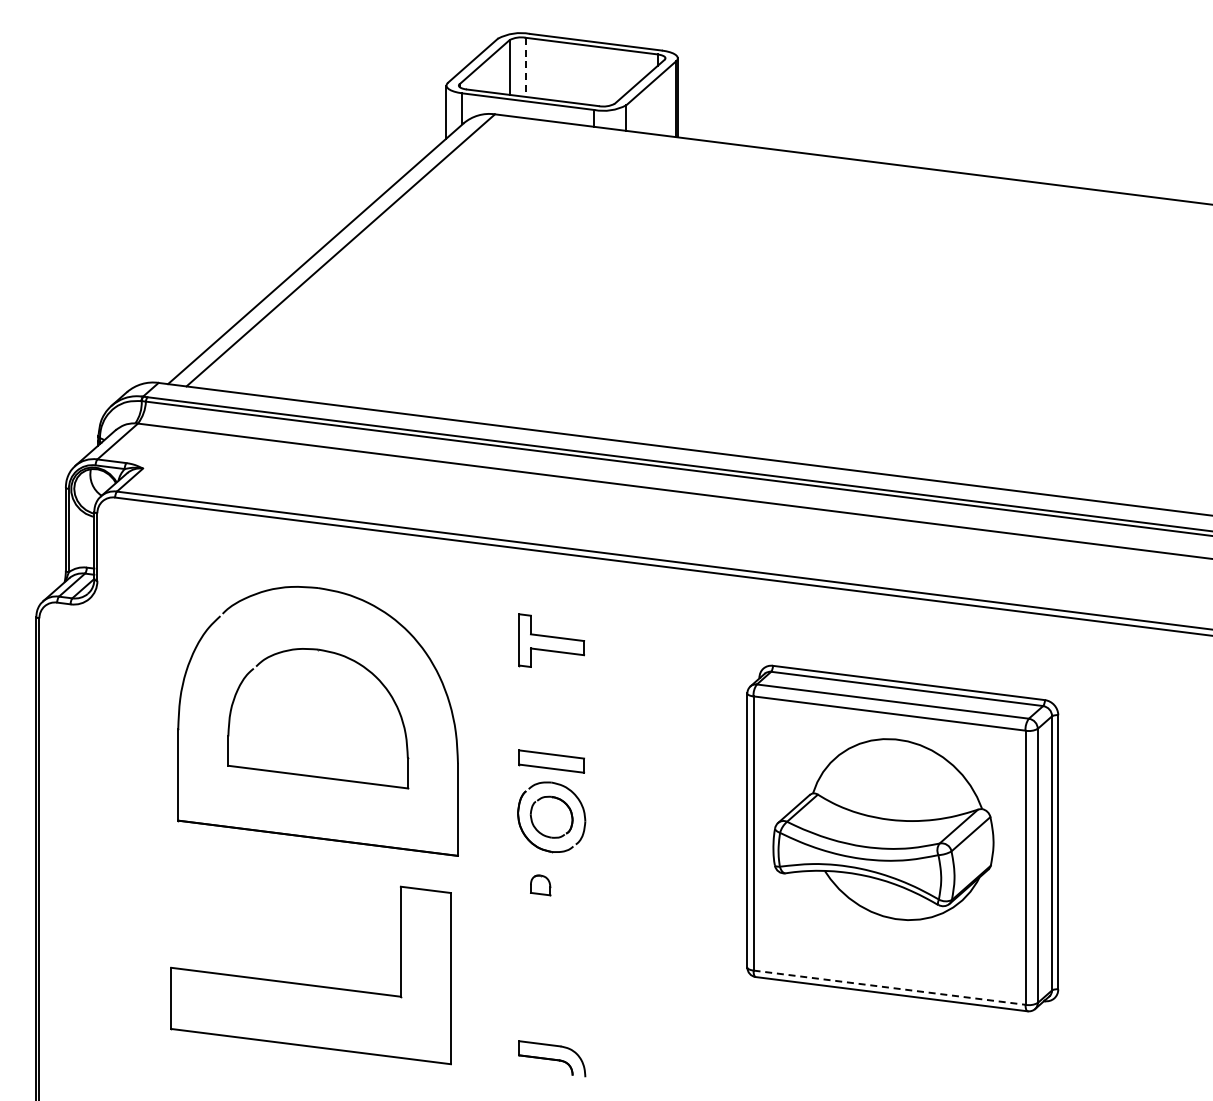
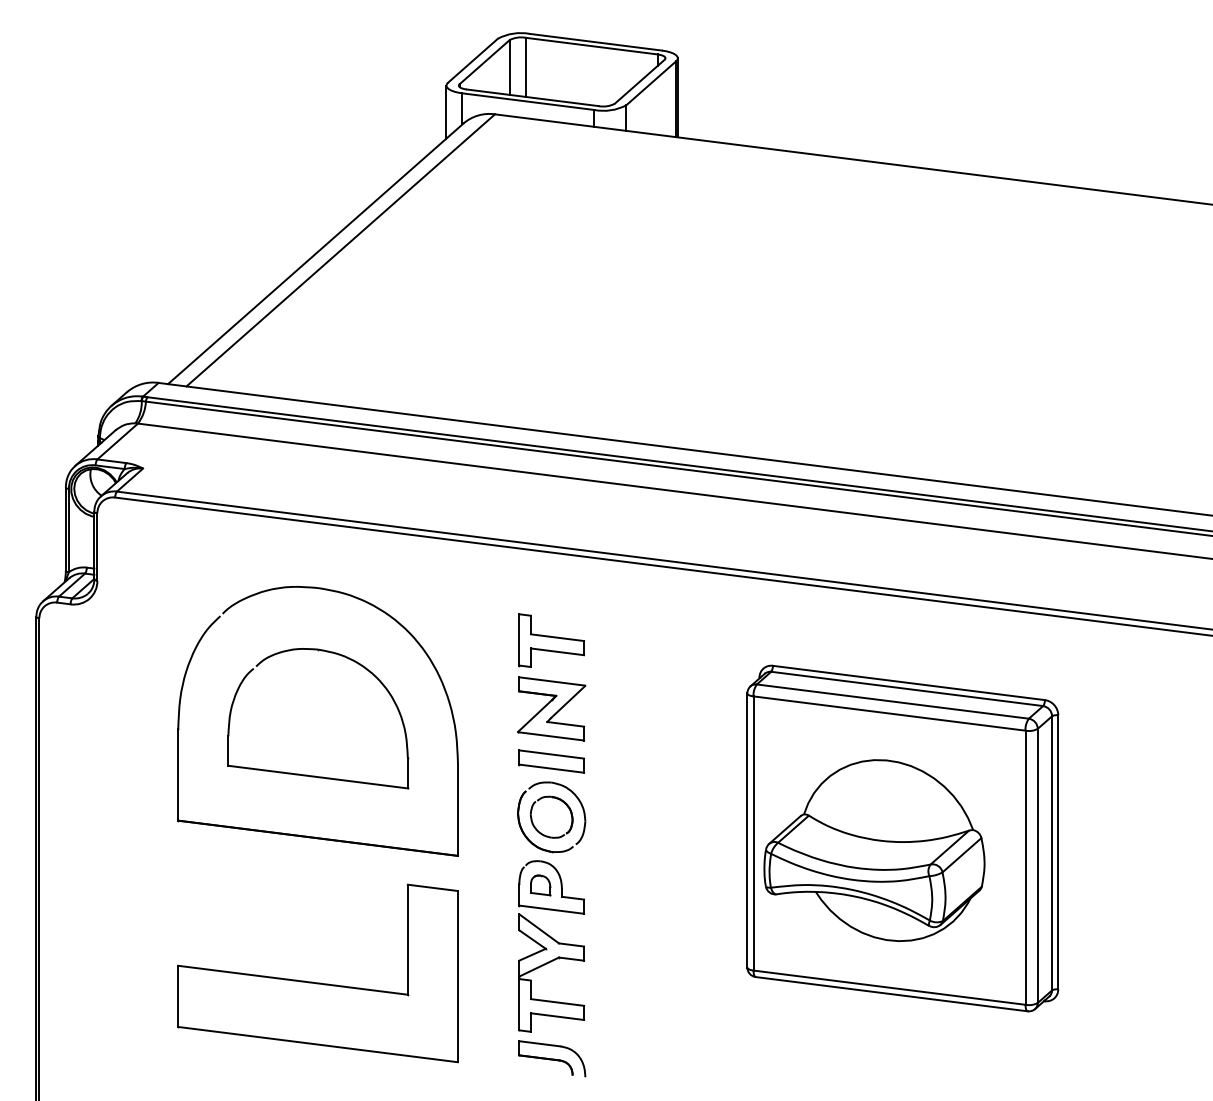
line at (525, 67): dashed -> solid
part at (551, 708): none -> present
part at (883, 829) position: (883, 829) -> (874, 850)
part at (551, 946): none -> present
part at (310, 984) position: (310, 984) -> (317, 982)
line at (890, 987): dashed -> solid
